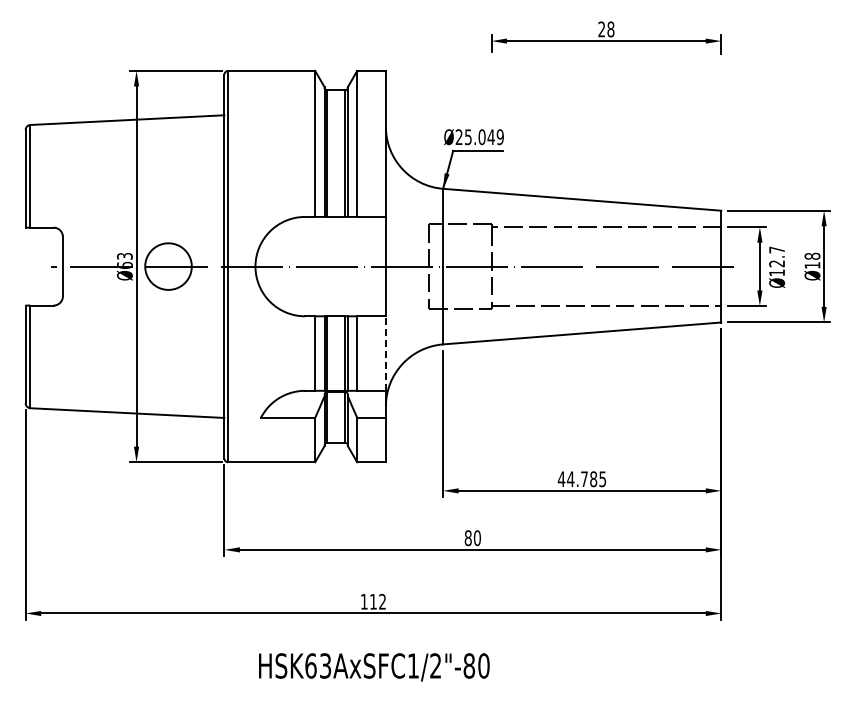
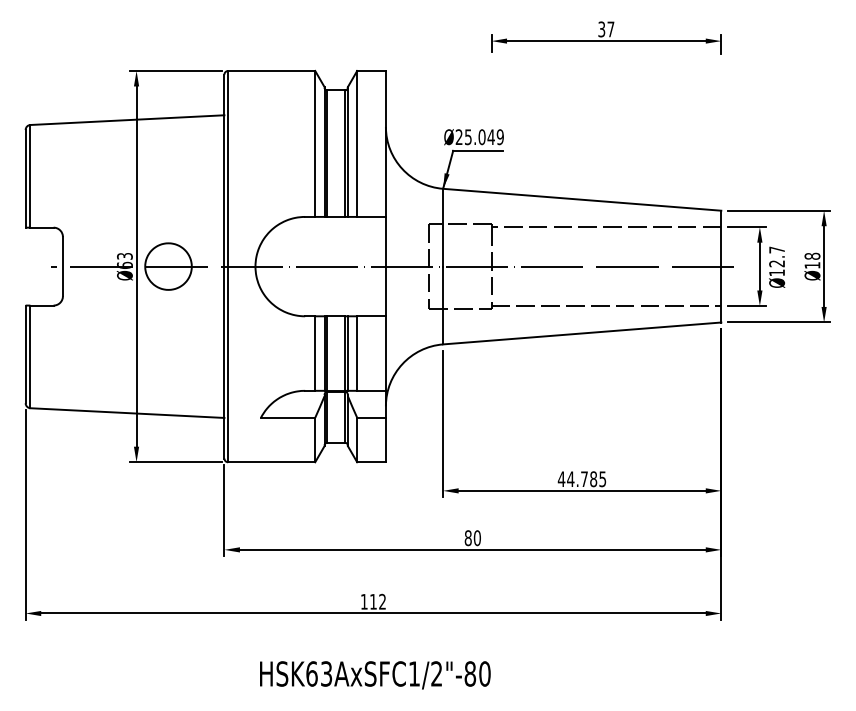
text at (606, 29): 28 -> 37
line at (385, 353): dashed -> solid
text at (374, 667) position: (374, 667) -> (375, 675)
